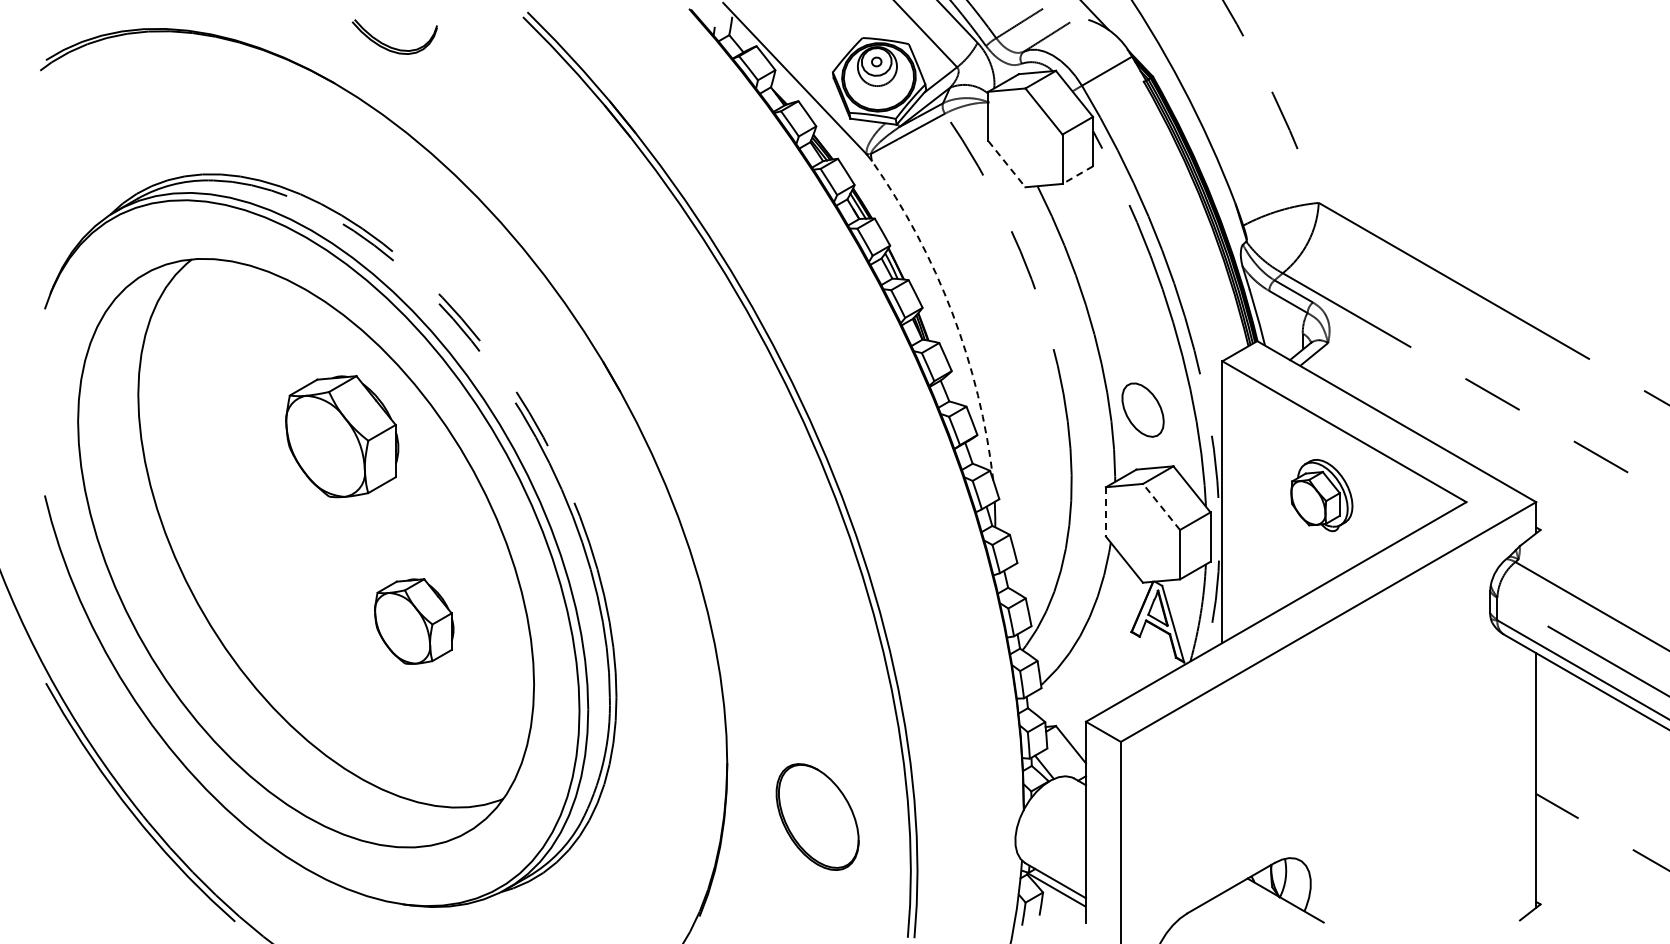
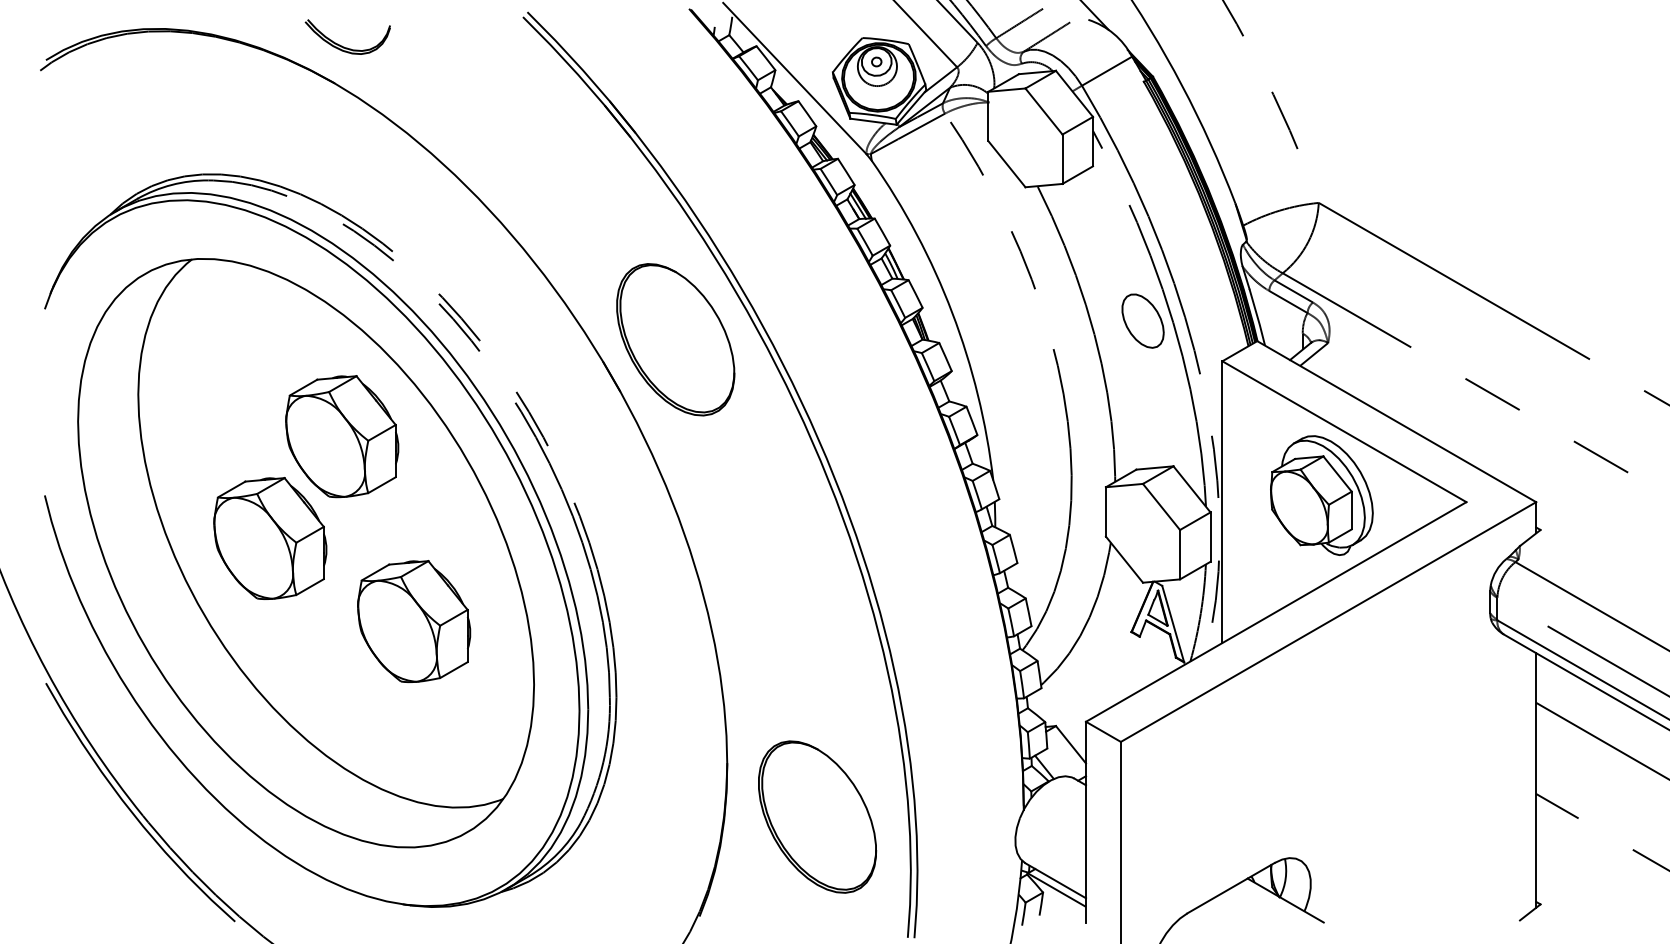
part at (389, 45) position: (389, 45) -> (342, 45)
line at (1006, 164): dashed -> solid
line at (1077, 175): dashed -> solid
arc at (952, 313): dashed -> solid
part at (675, 339): none -> present
part at (1142, 409) position: (1142, 409) -> (1142, 320)
part at (1321, 495) size: 64x74 px -> 104x121 px
line at (1161, 506): dashed -> solid
line at (1105, 511): dashed -> solid
part at (270, 538): none -> present
part at (414, 621) size: 81x87 px -> 115x123 px
line at (1601, 739): none -> present
part at (817, 816) size: 85x108 px -> 120x154 px
